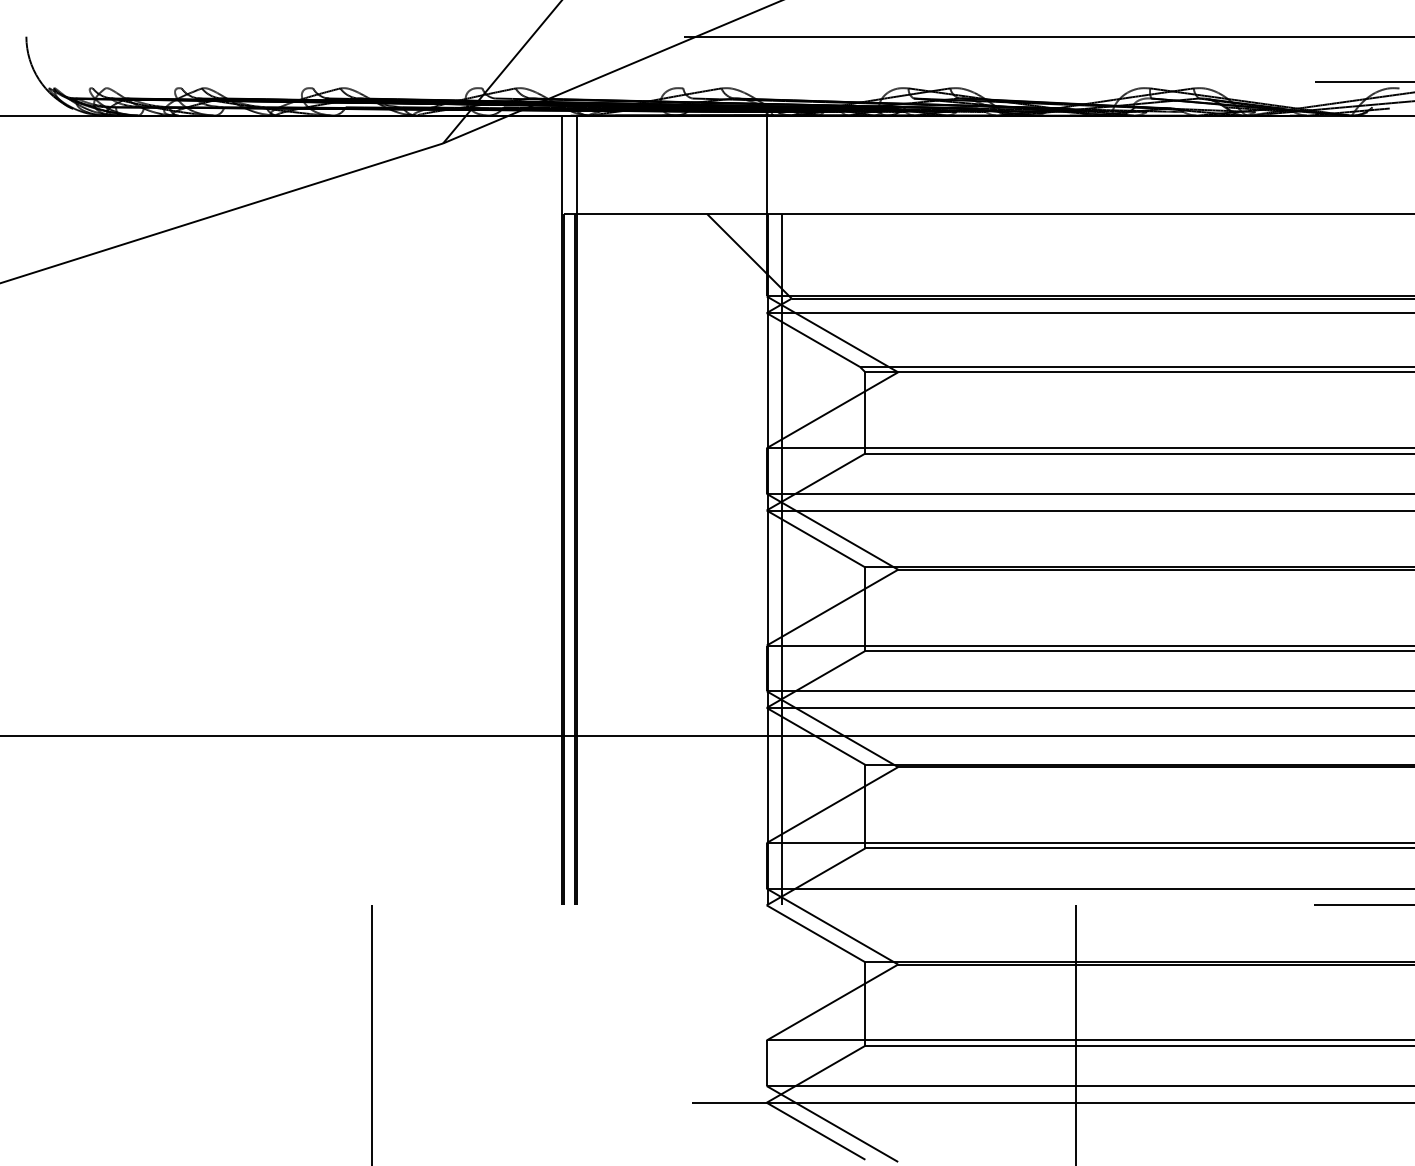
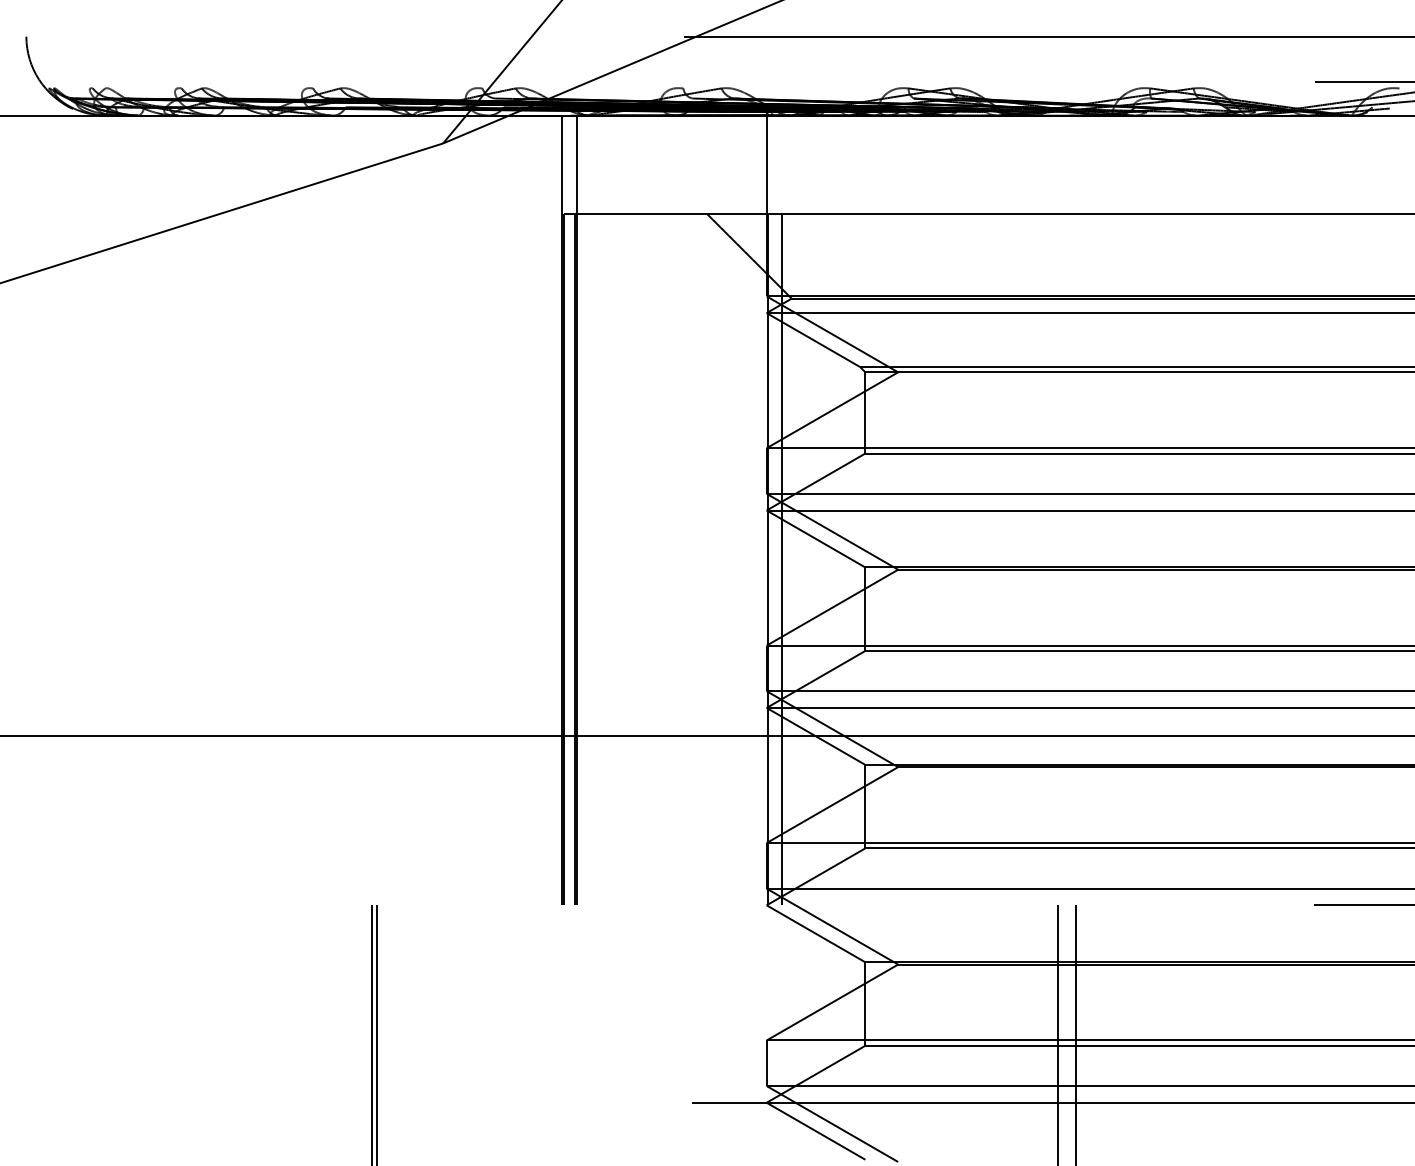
line at (376, 1033): none -> present
line at (1058, 1033): none -> present
